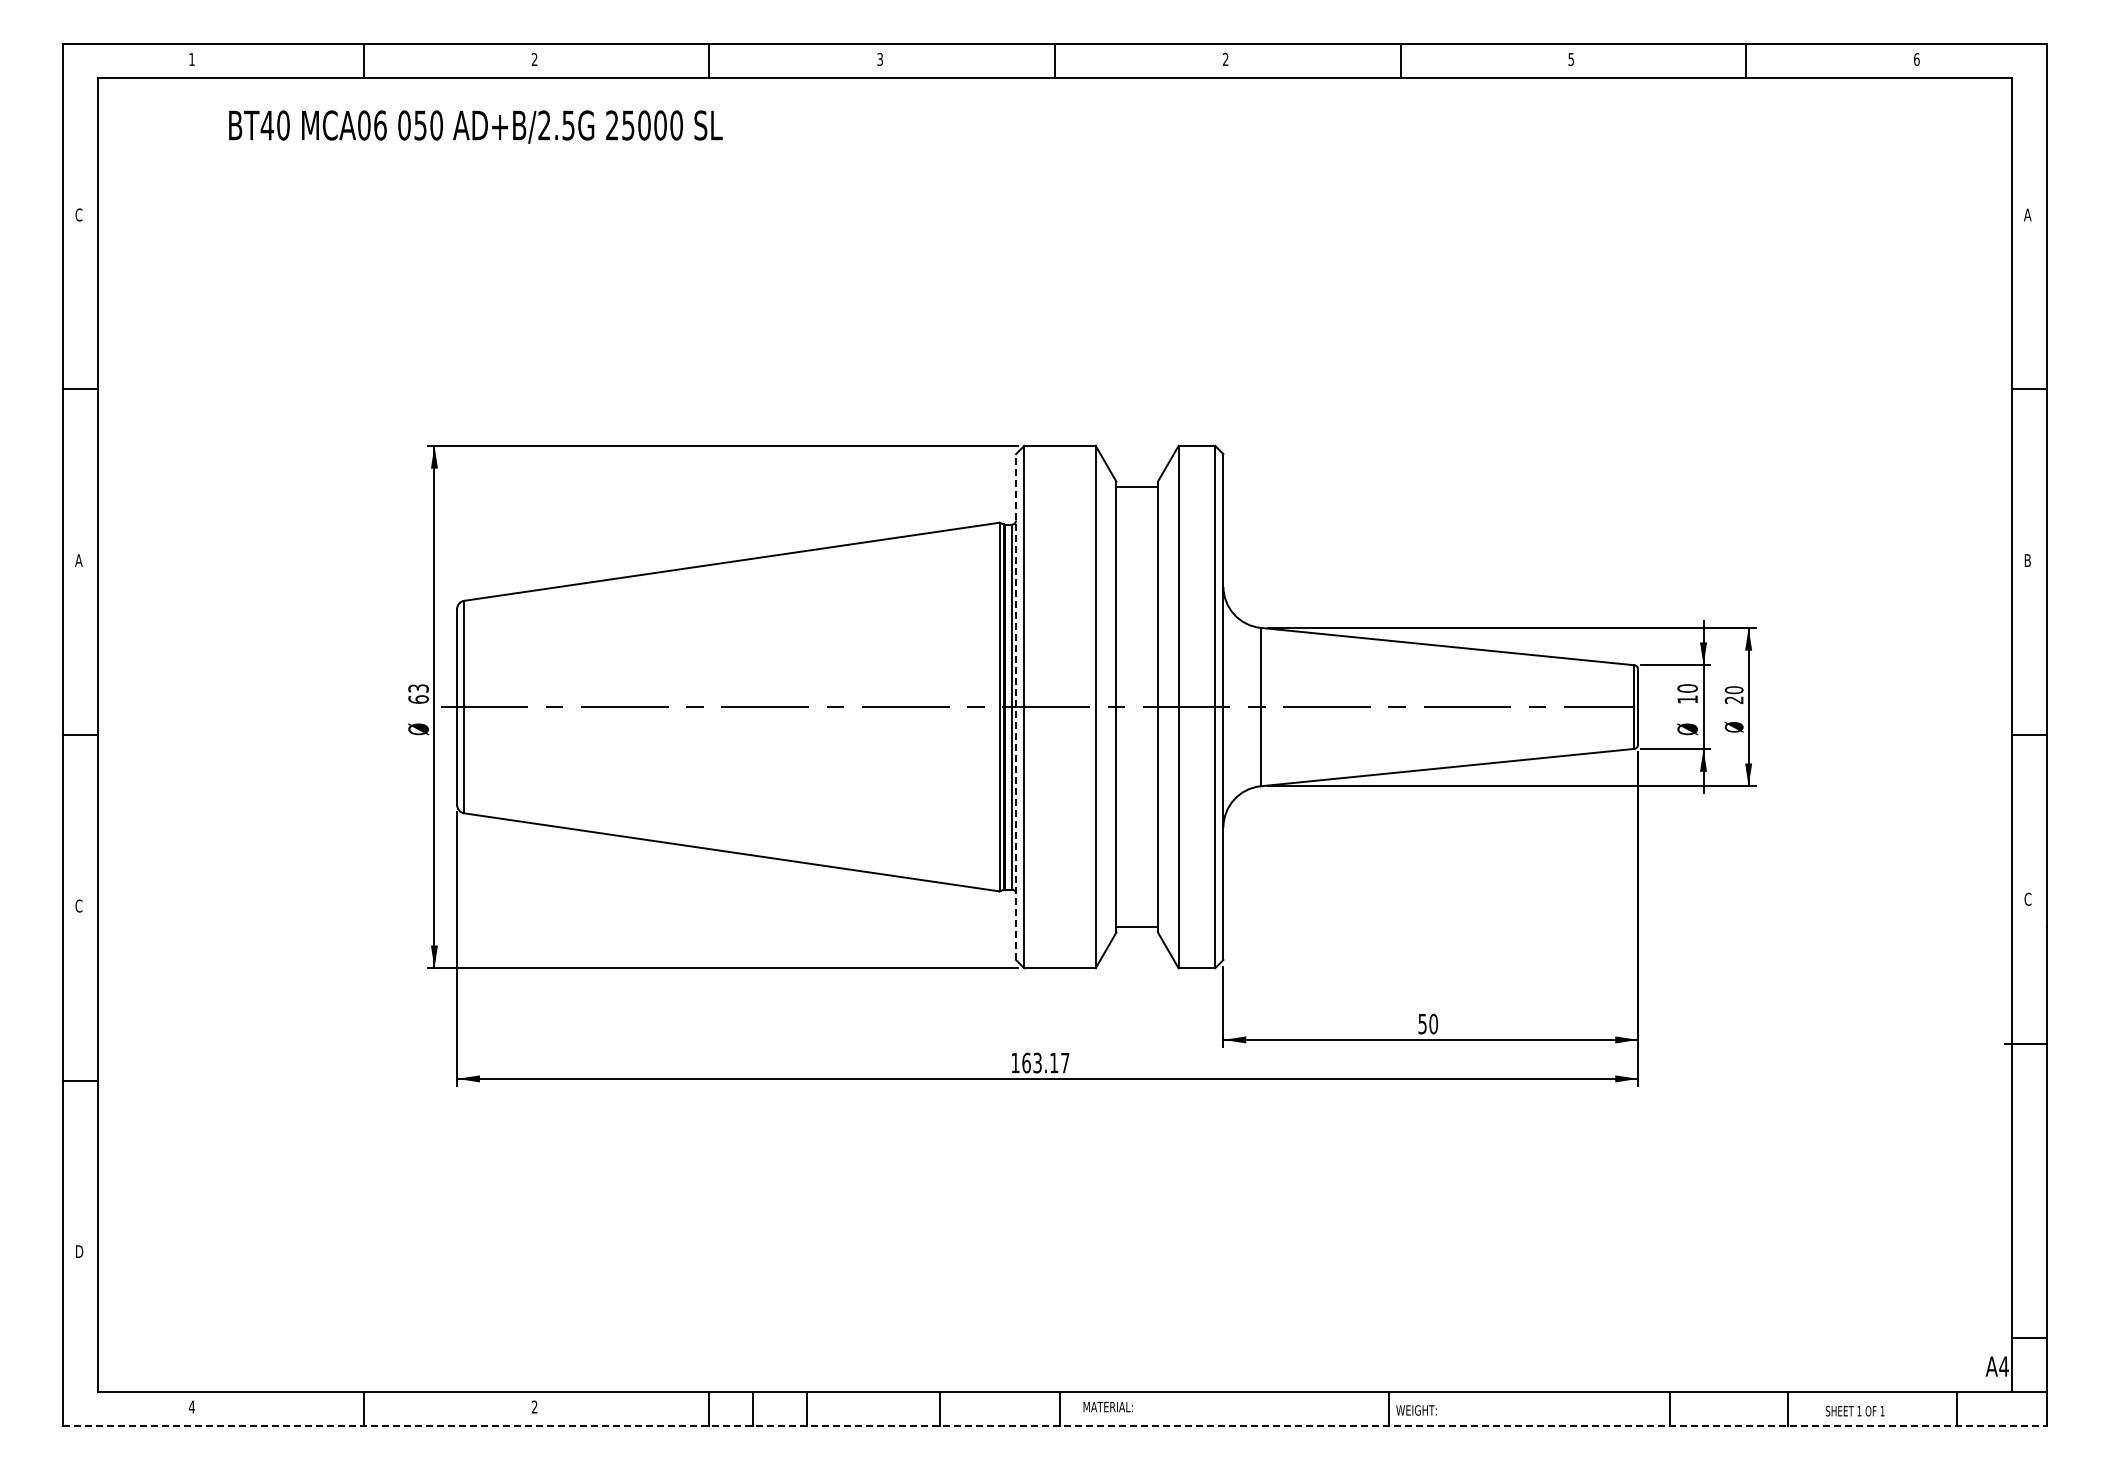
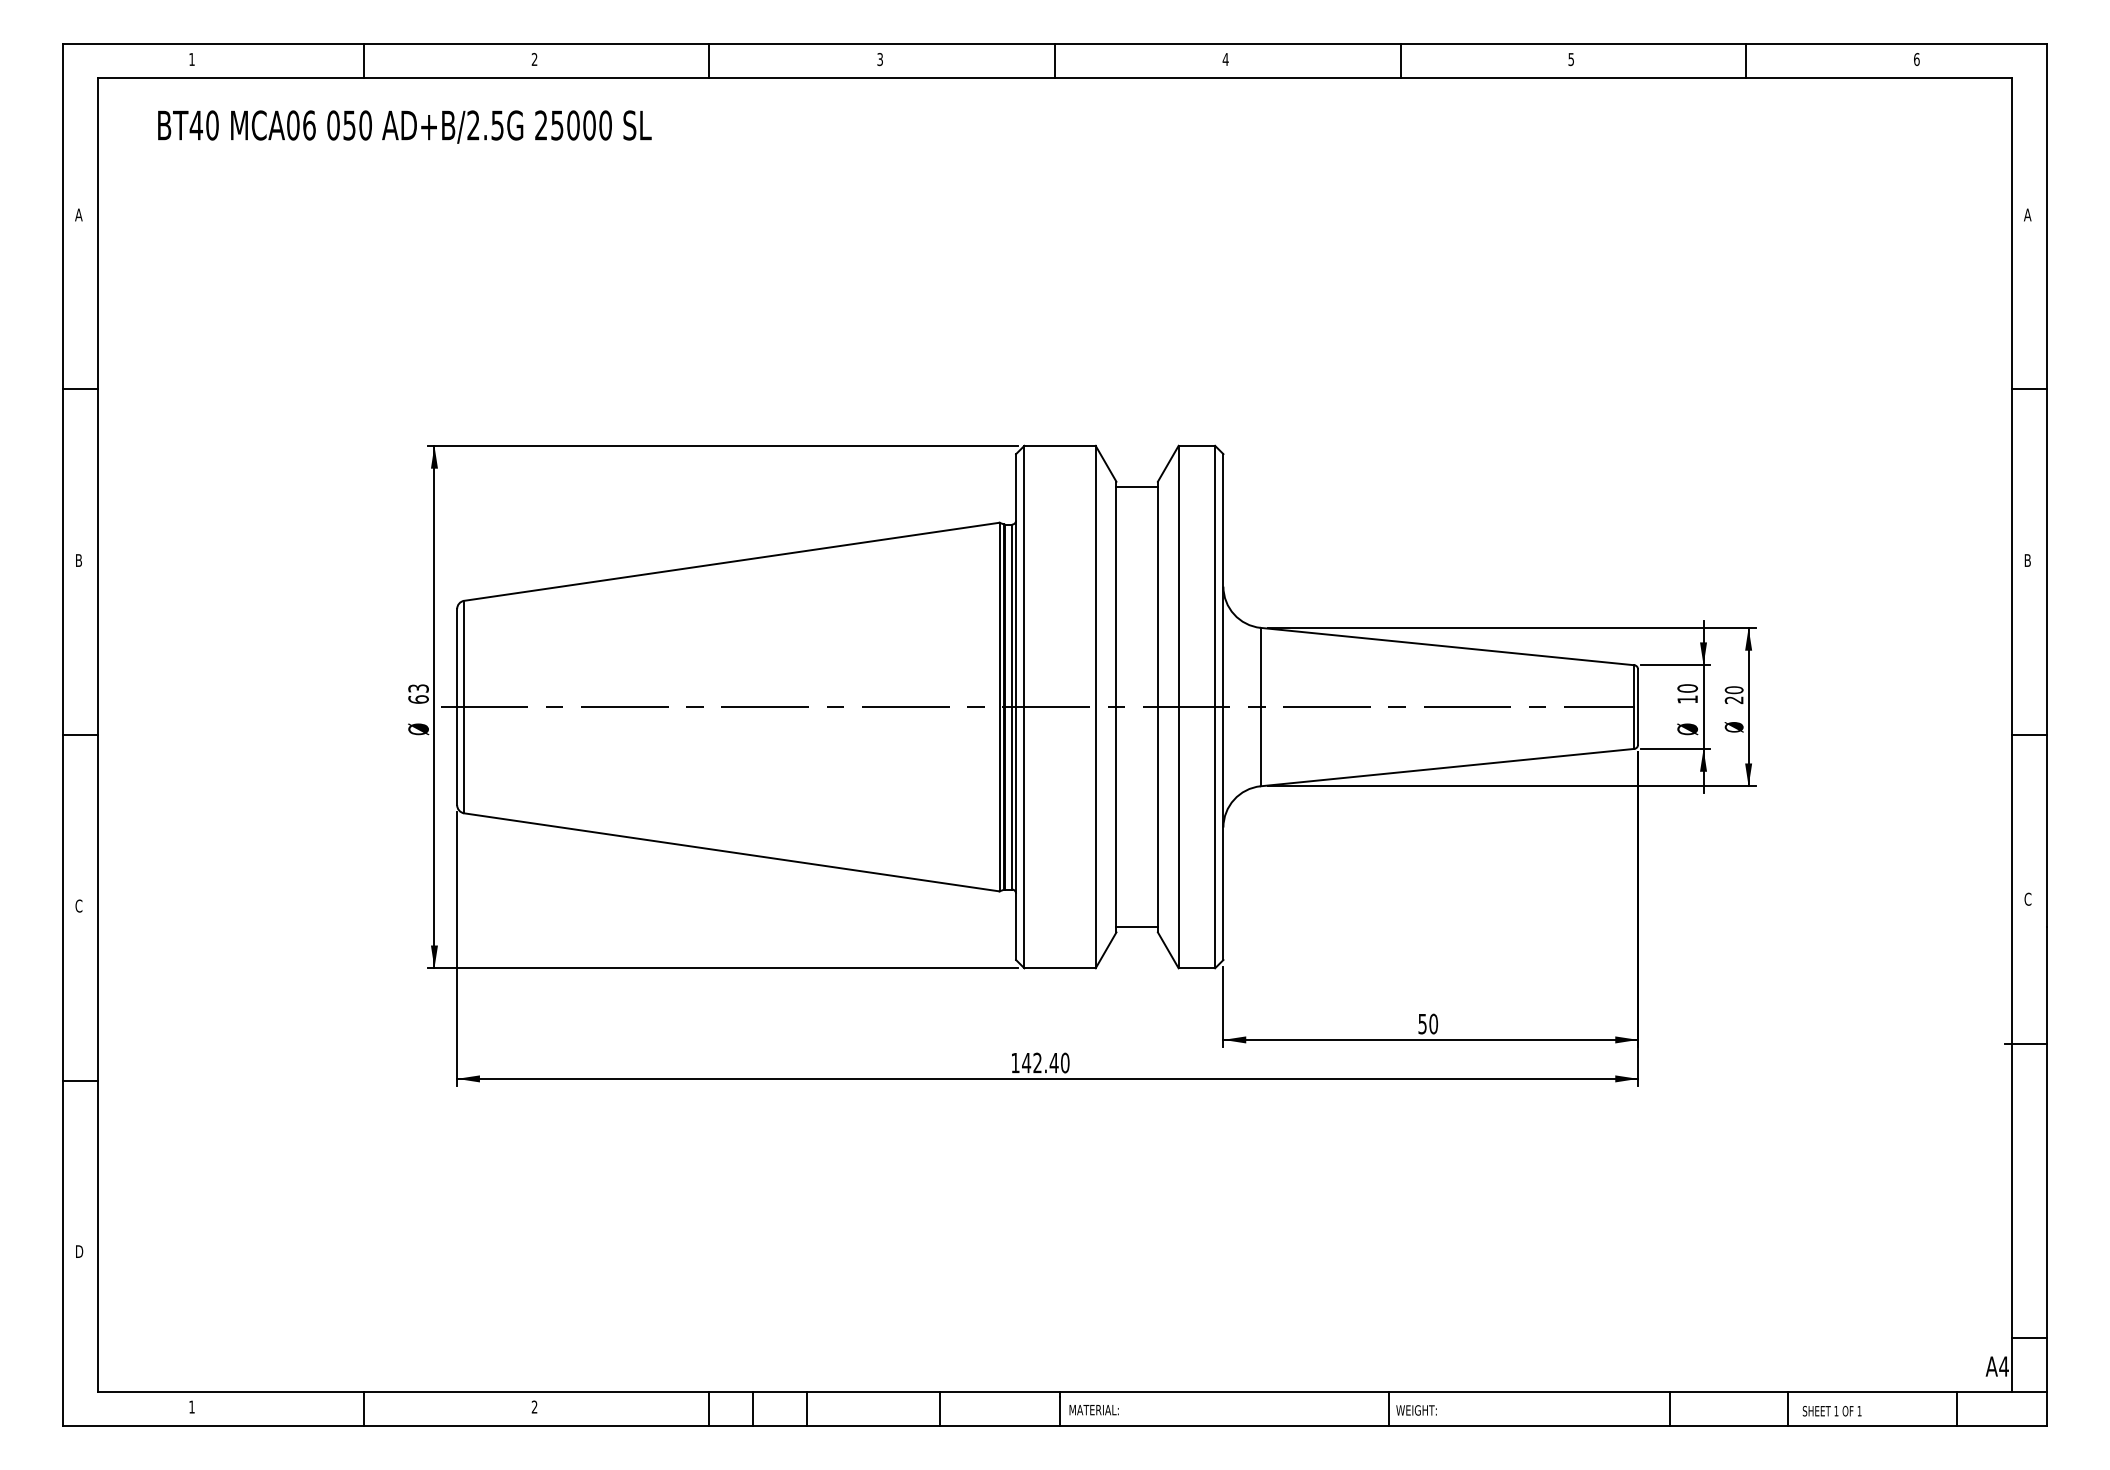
text at (1225, 59): 2 -> 4
text at (475, 126) position: (475, 126) -> (404, 126)
text at (78, 214): C -> A
text at (78, 560): A -> B
line at (1016, 707): dashed -> solid
text at (1045, 1062): 163.17 -> 142.40
text at (191, 1406): 4 -> 1
text at (1107, 1407) position: (1107, 1407) -> (1093, 1410)
text at (1854, 1411) position: (1854, 1411) -> (1831, 1411)
line at (1055, 1426): dashed -> solid
